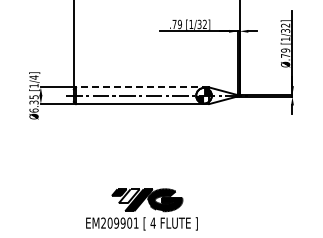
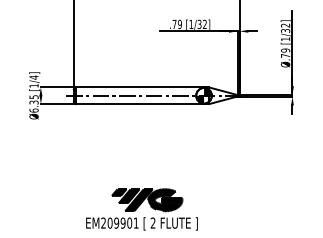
line at (142, 87): dashed -> solid
fill at (128, 196): none -> present
text at (152, 222): 4 -> 2
